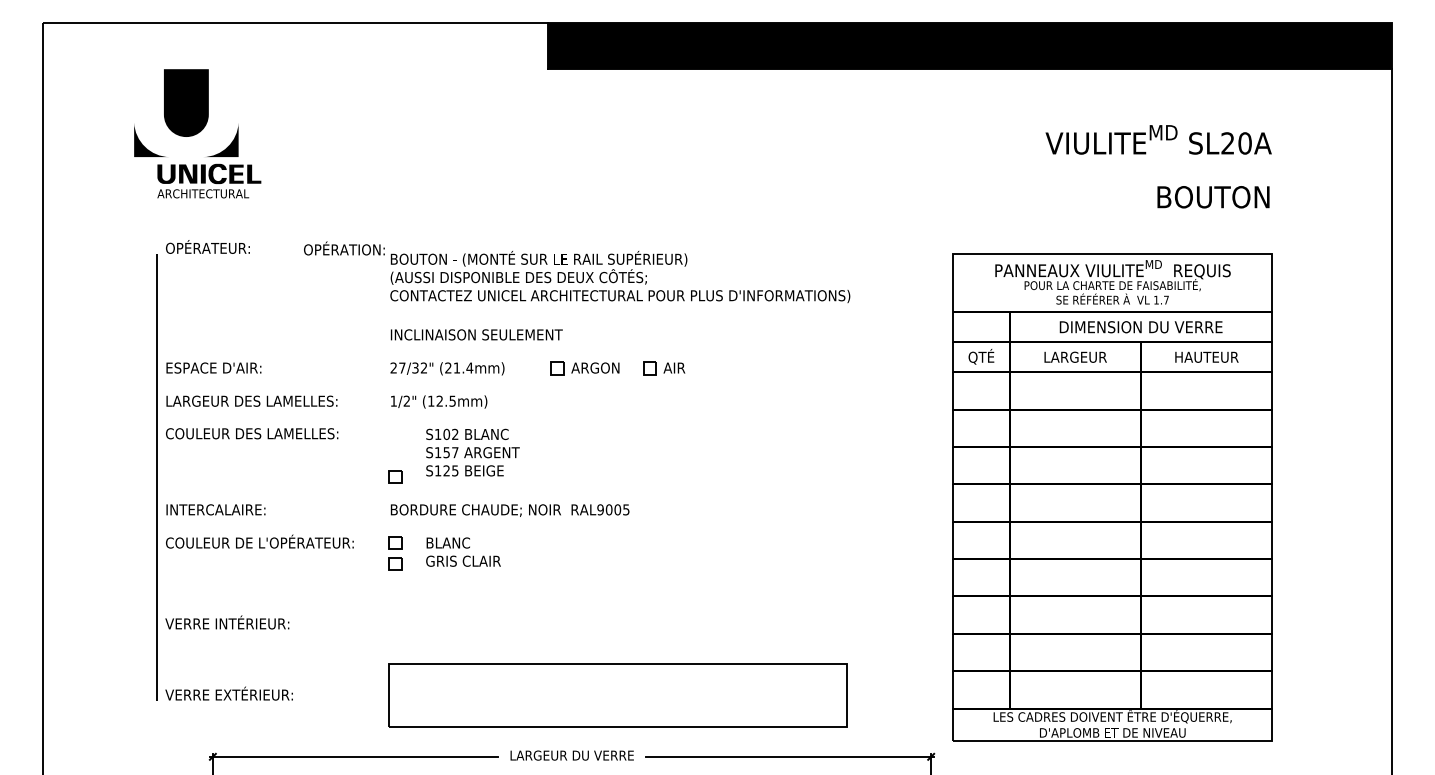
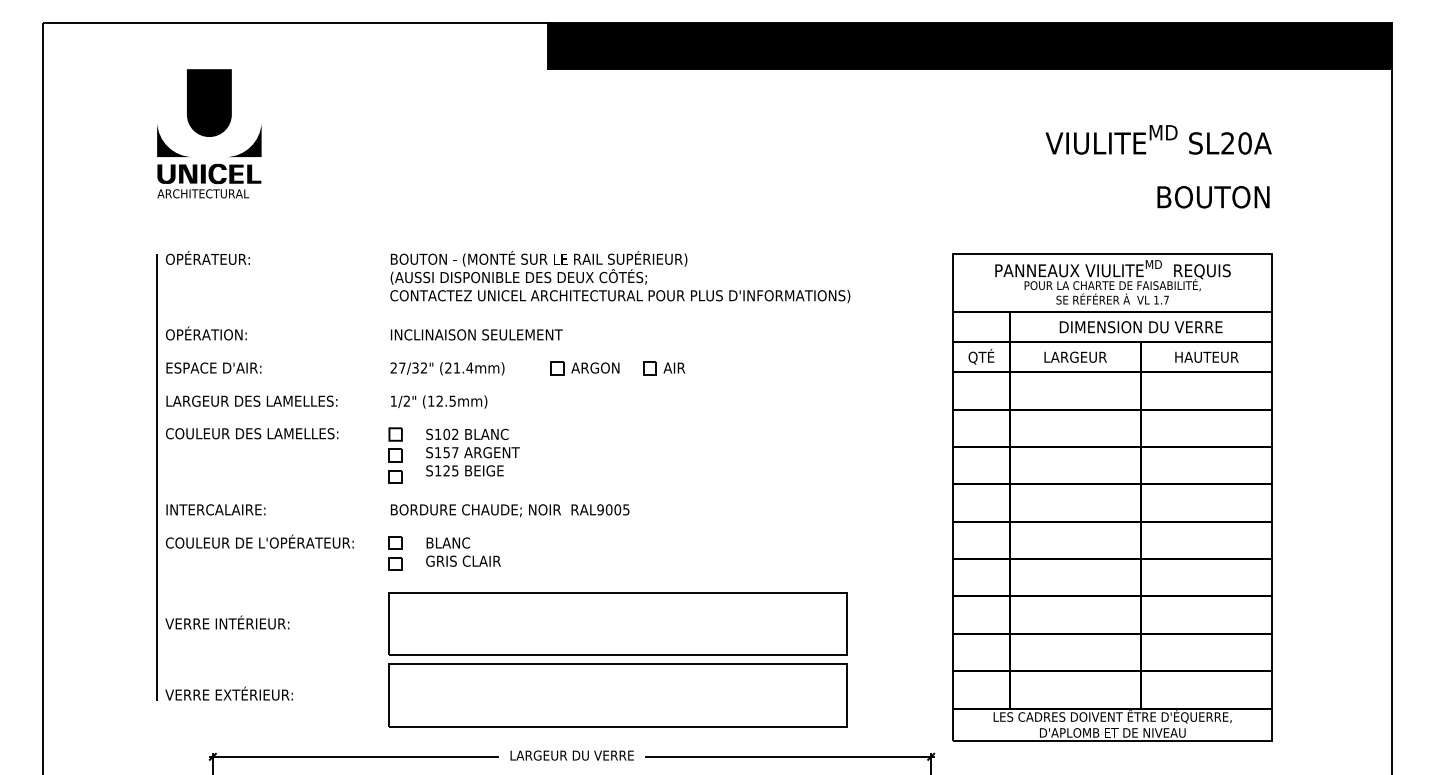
part at (186, 112) position: (186, 112) -> (209, 112)
text at (207, 246) position: (207, 246) -> (207, 257)
text at (344, 248) position: (344, 248) -> (206, 333)
part at (395, 444): none -> present
part at (617, 623): none -> present
